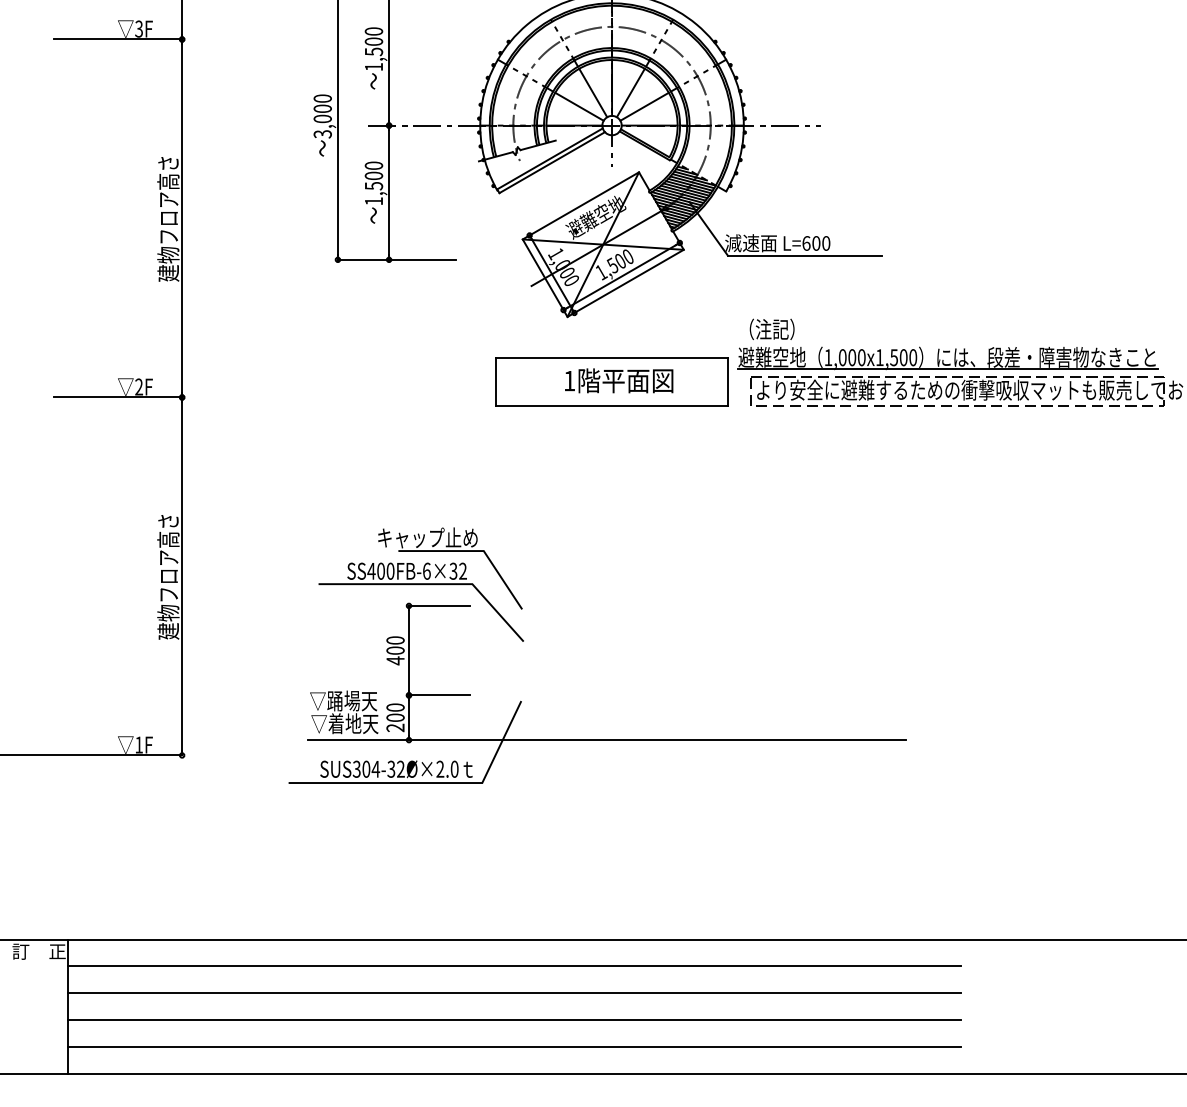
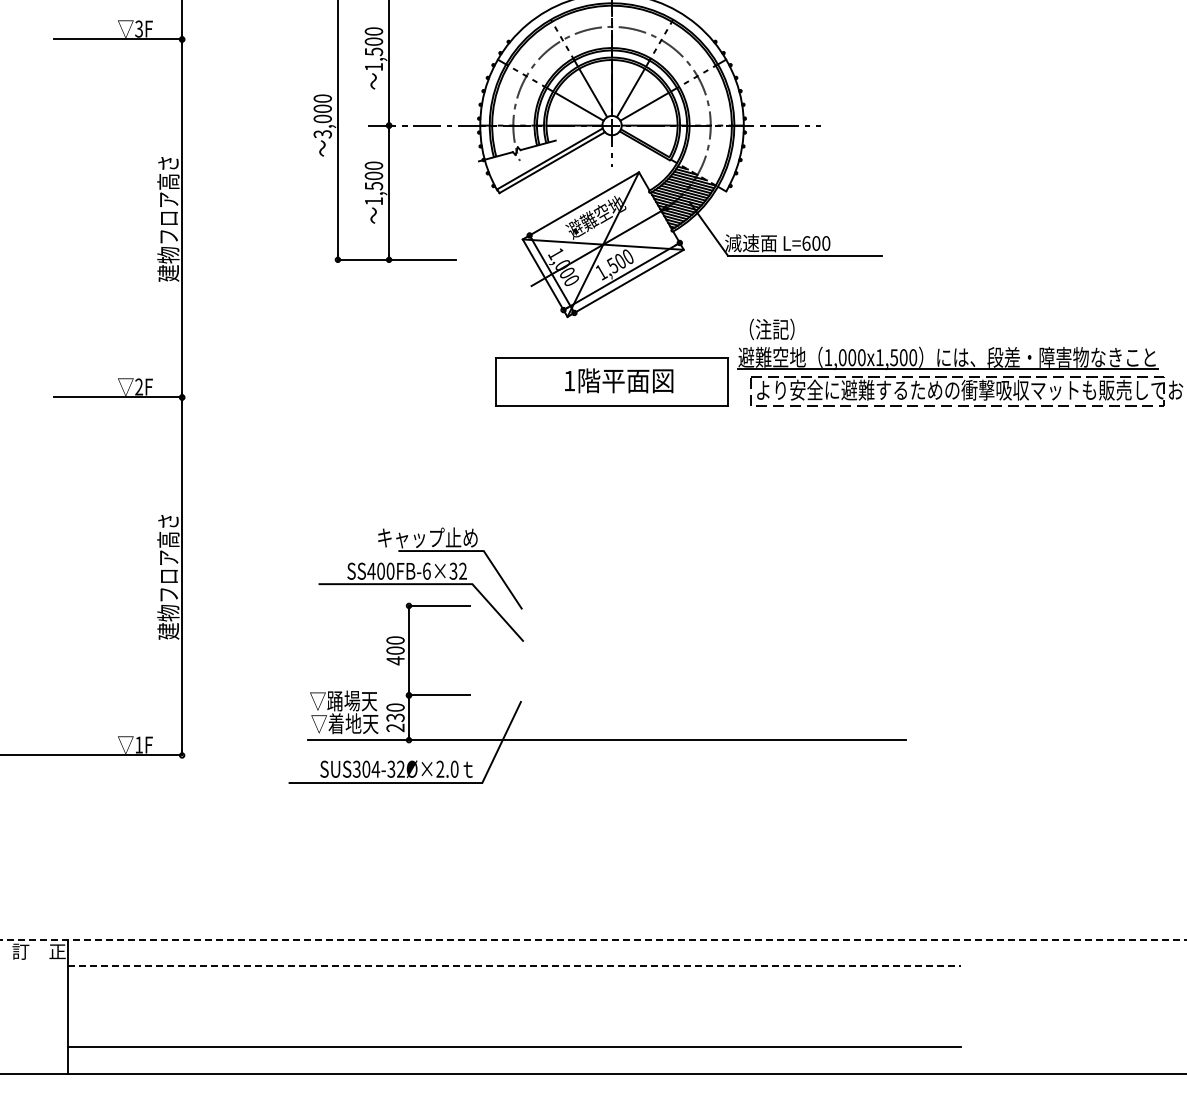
text at (395, 717): 200 -> 230
line at (594, 939): solid -> dashed
line at (514, 966): solid -> dashed
line at (513, 993): present -> none
line at (513, 1020): present -> none
